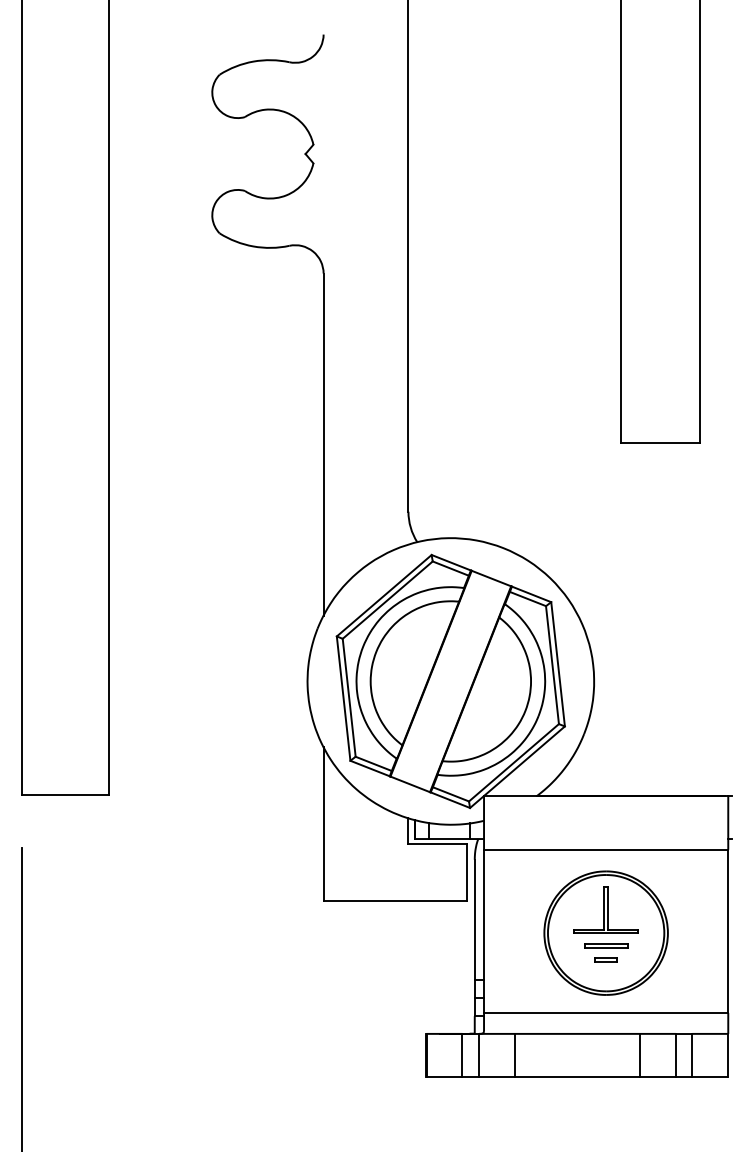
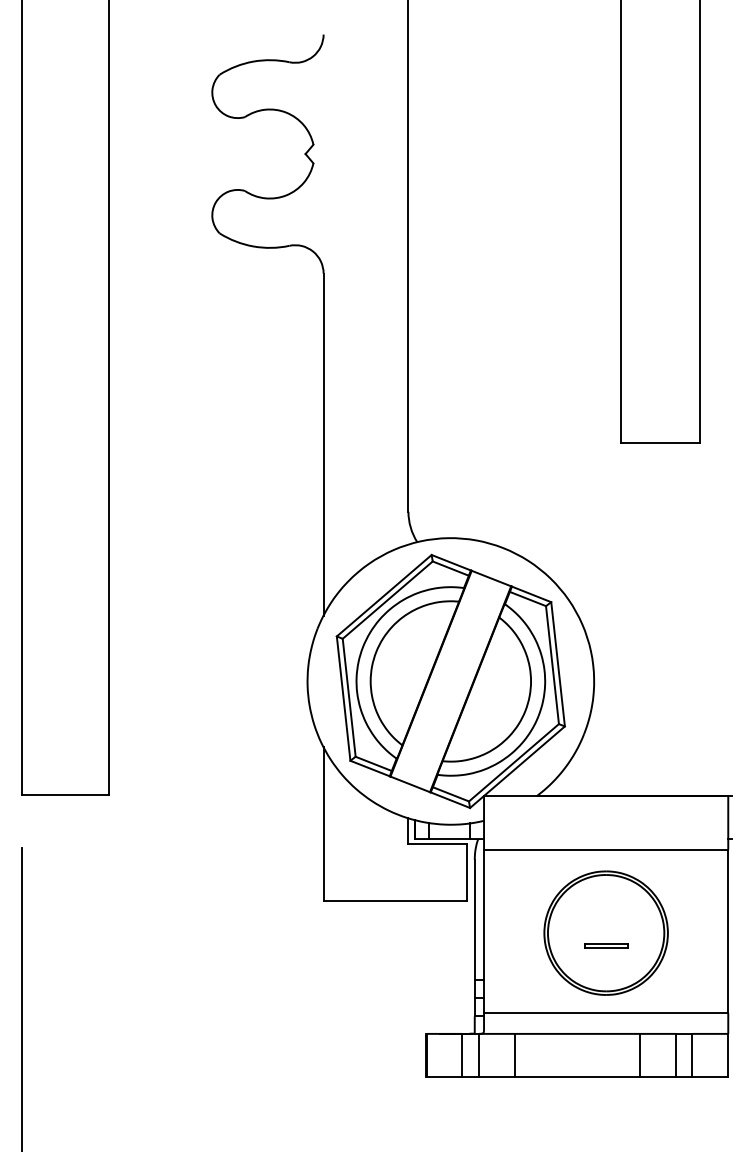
part at (605, 909): present -> none
part at (605, 959): present -> none
